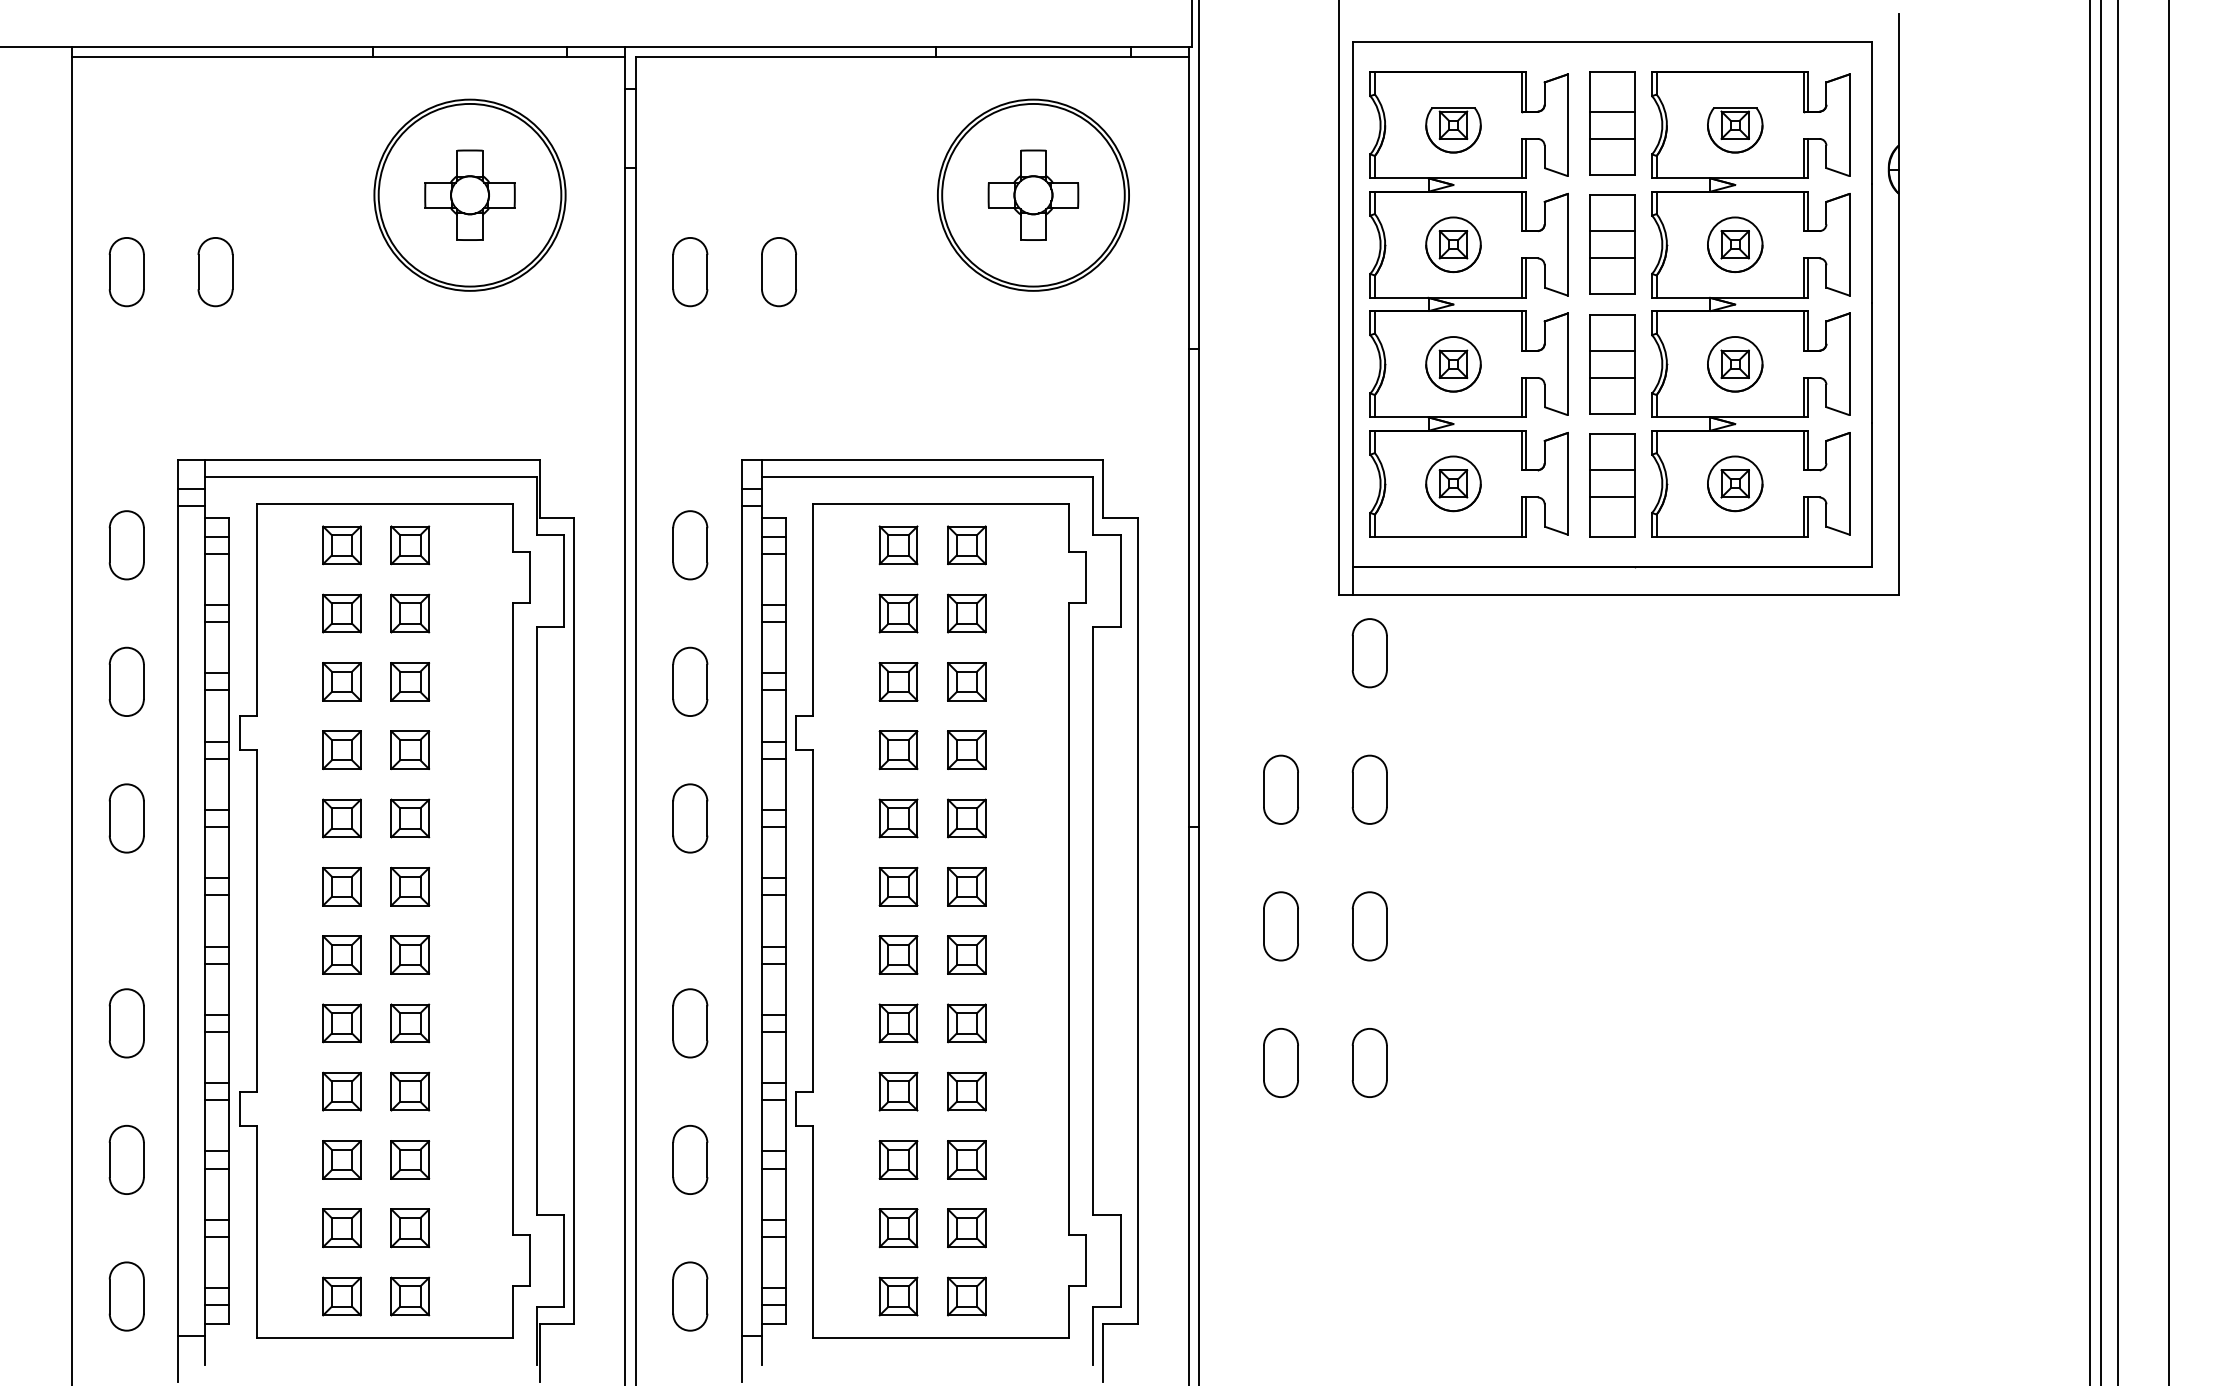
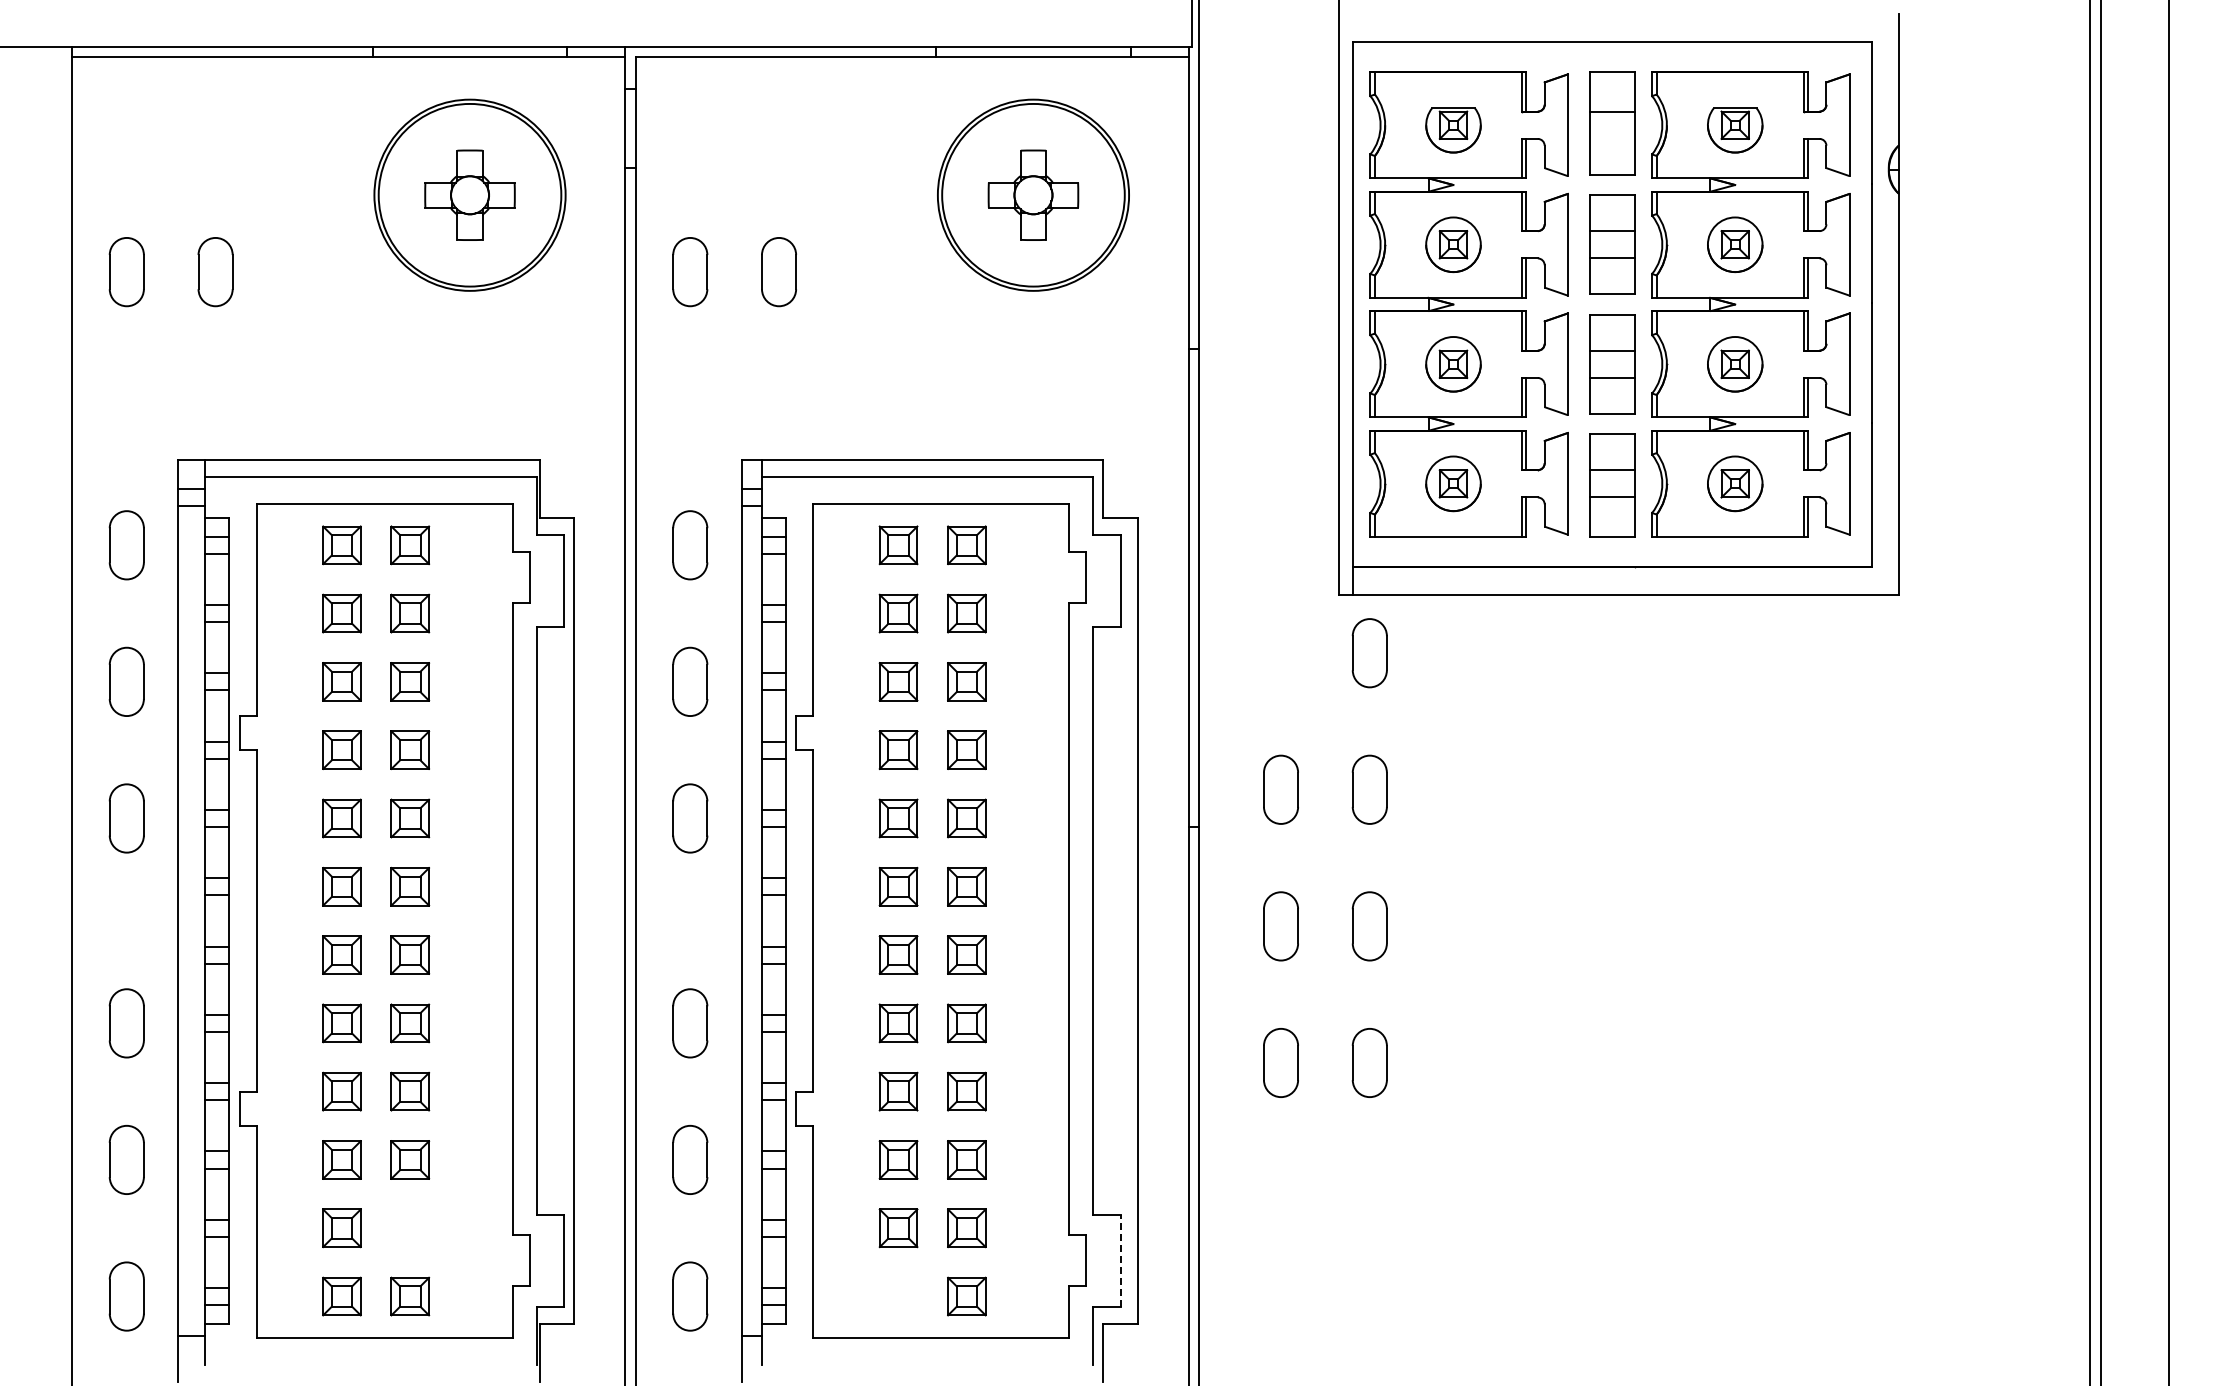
line at (1612, 138): present -> none
line at (2117, 692): present -> none
part at (410, 1228): present -> none
line at (1120, 1260): solid -> dashed
part at (898, 1296): present -> none
